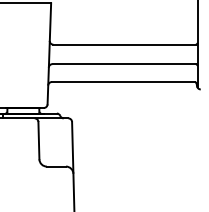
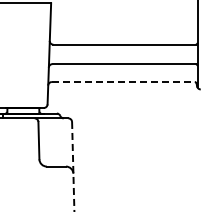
line at (123, 82): solid -> dashed
line at (73, 166): solid -> dashed
